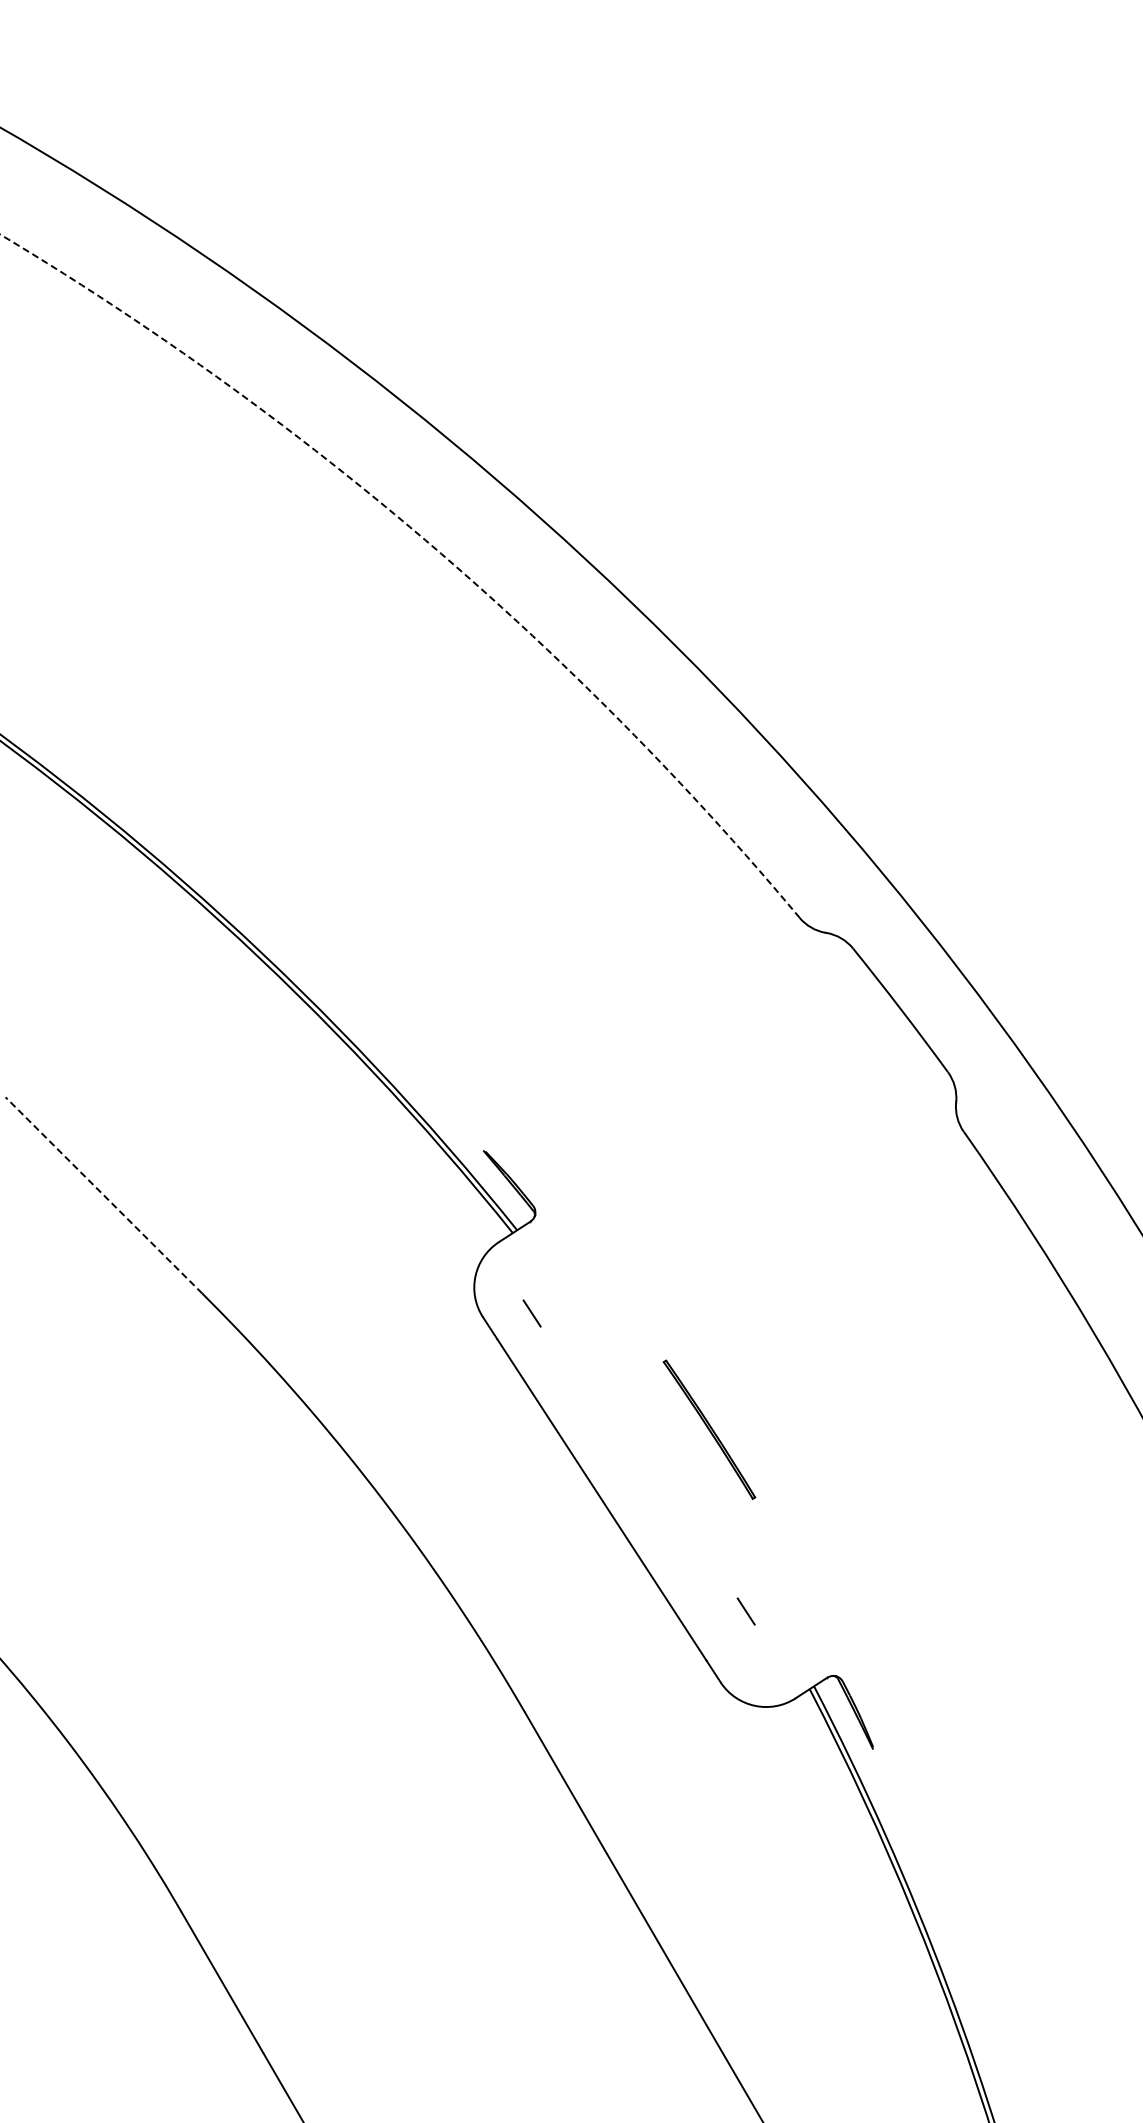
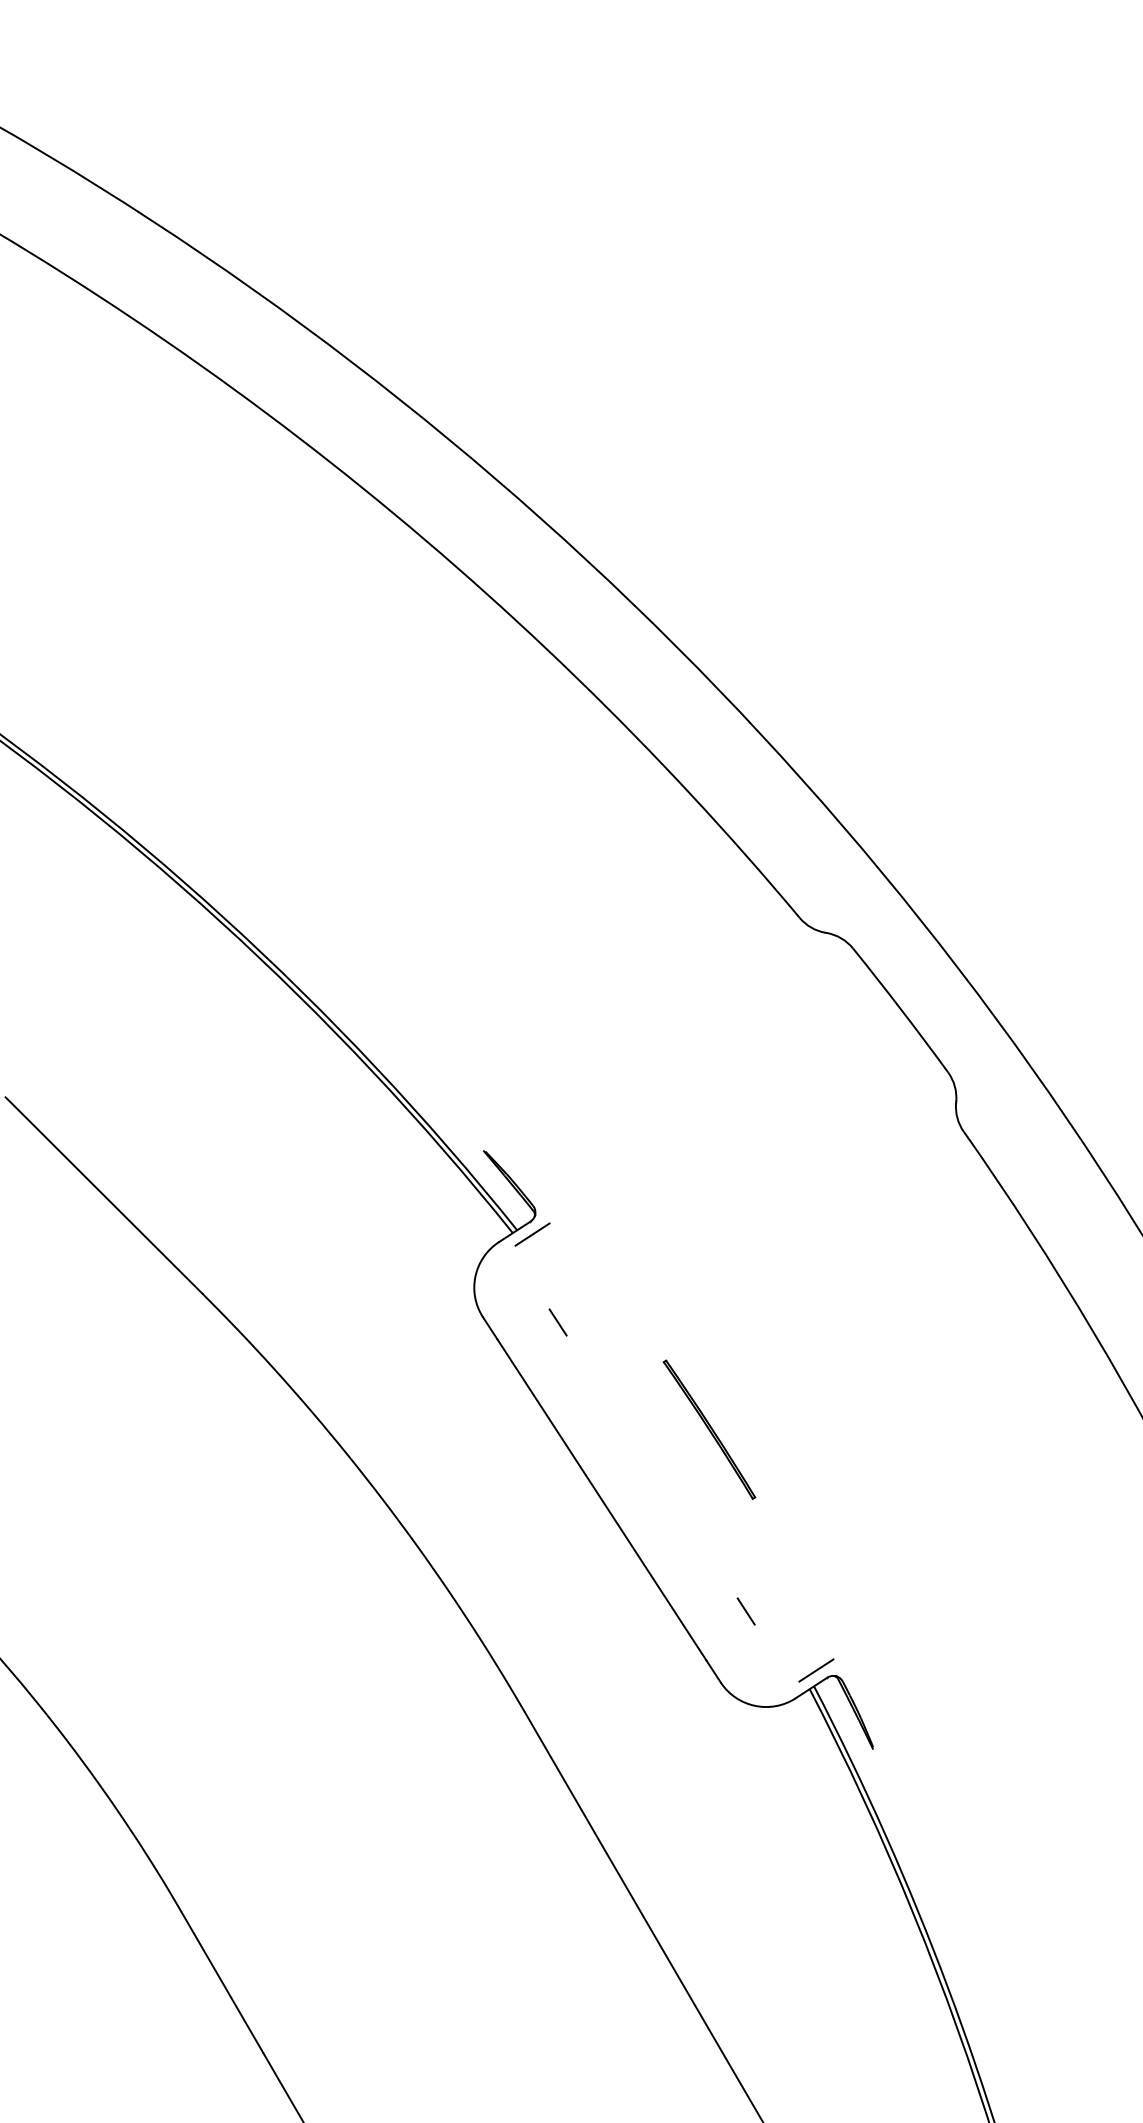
arc at (428, 543): dashed -> solid
line at (103, 1195): dashed -> solid
line at (532, 1234): none -> present
line at (531, 1313) position: (531, 1313) -> (557, 1322)
line at (816, 1670): none -> present
